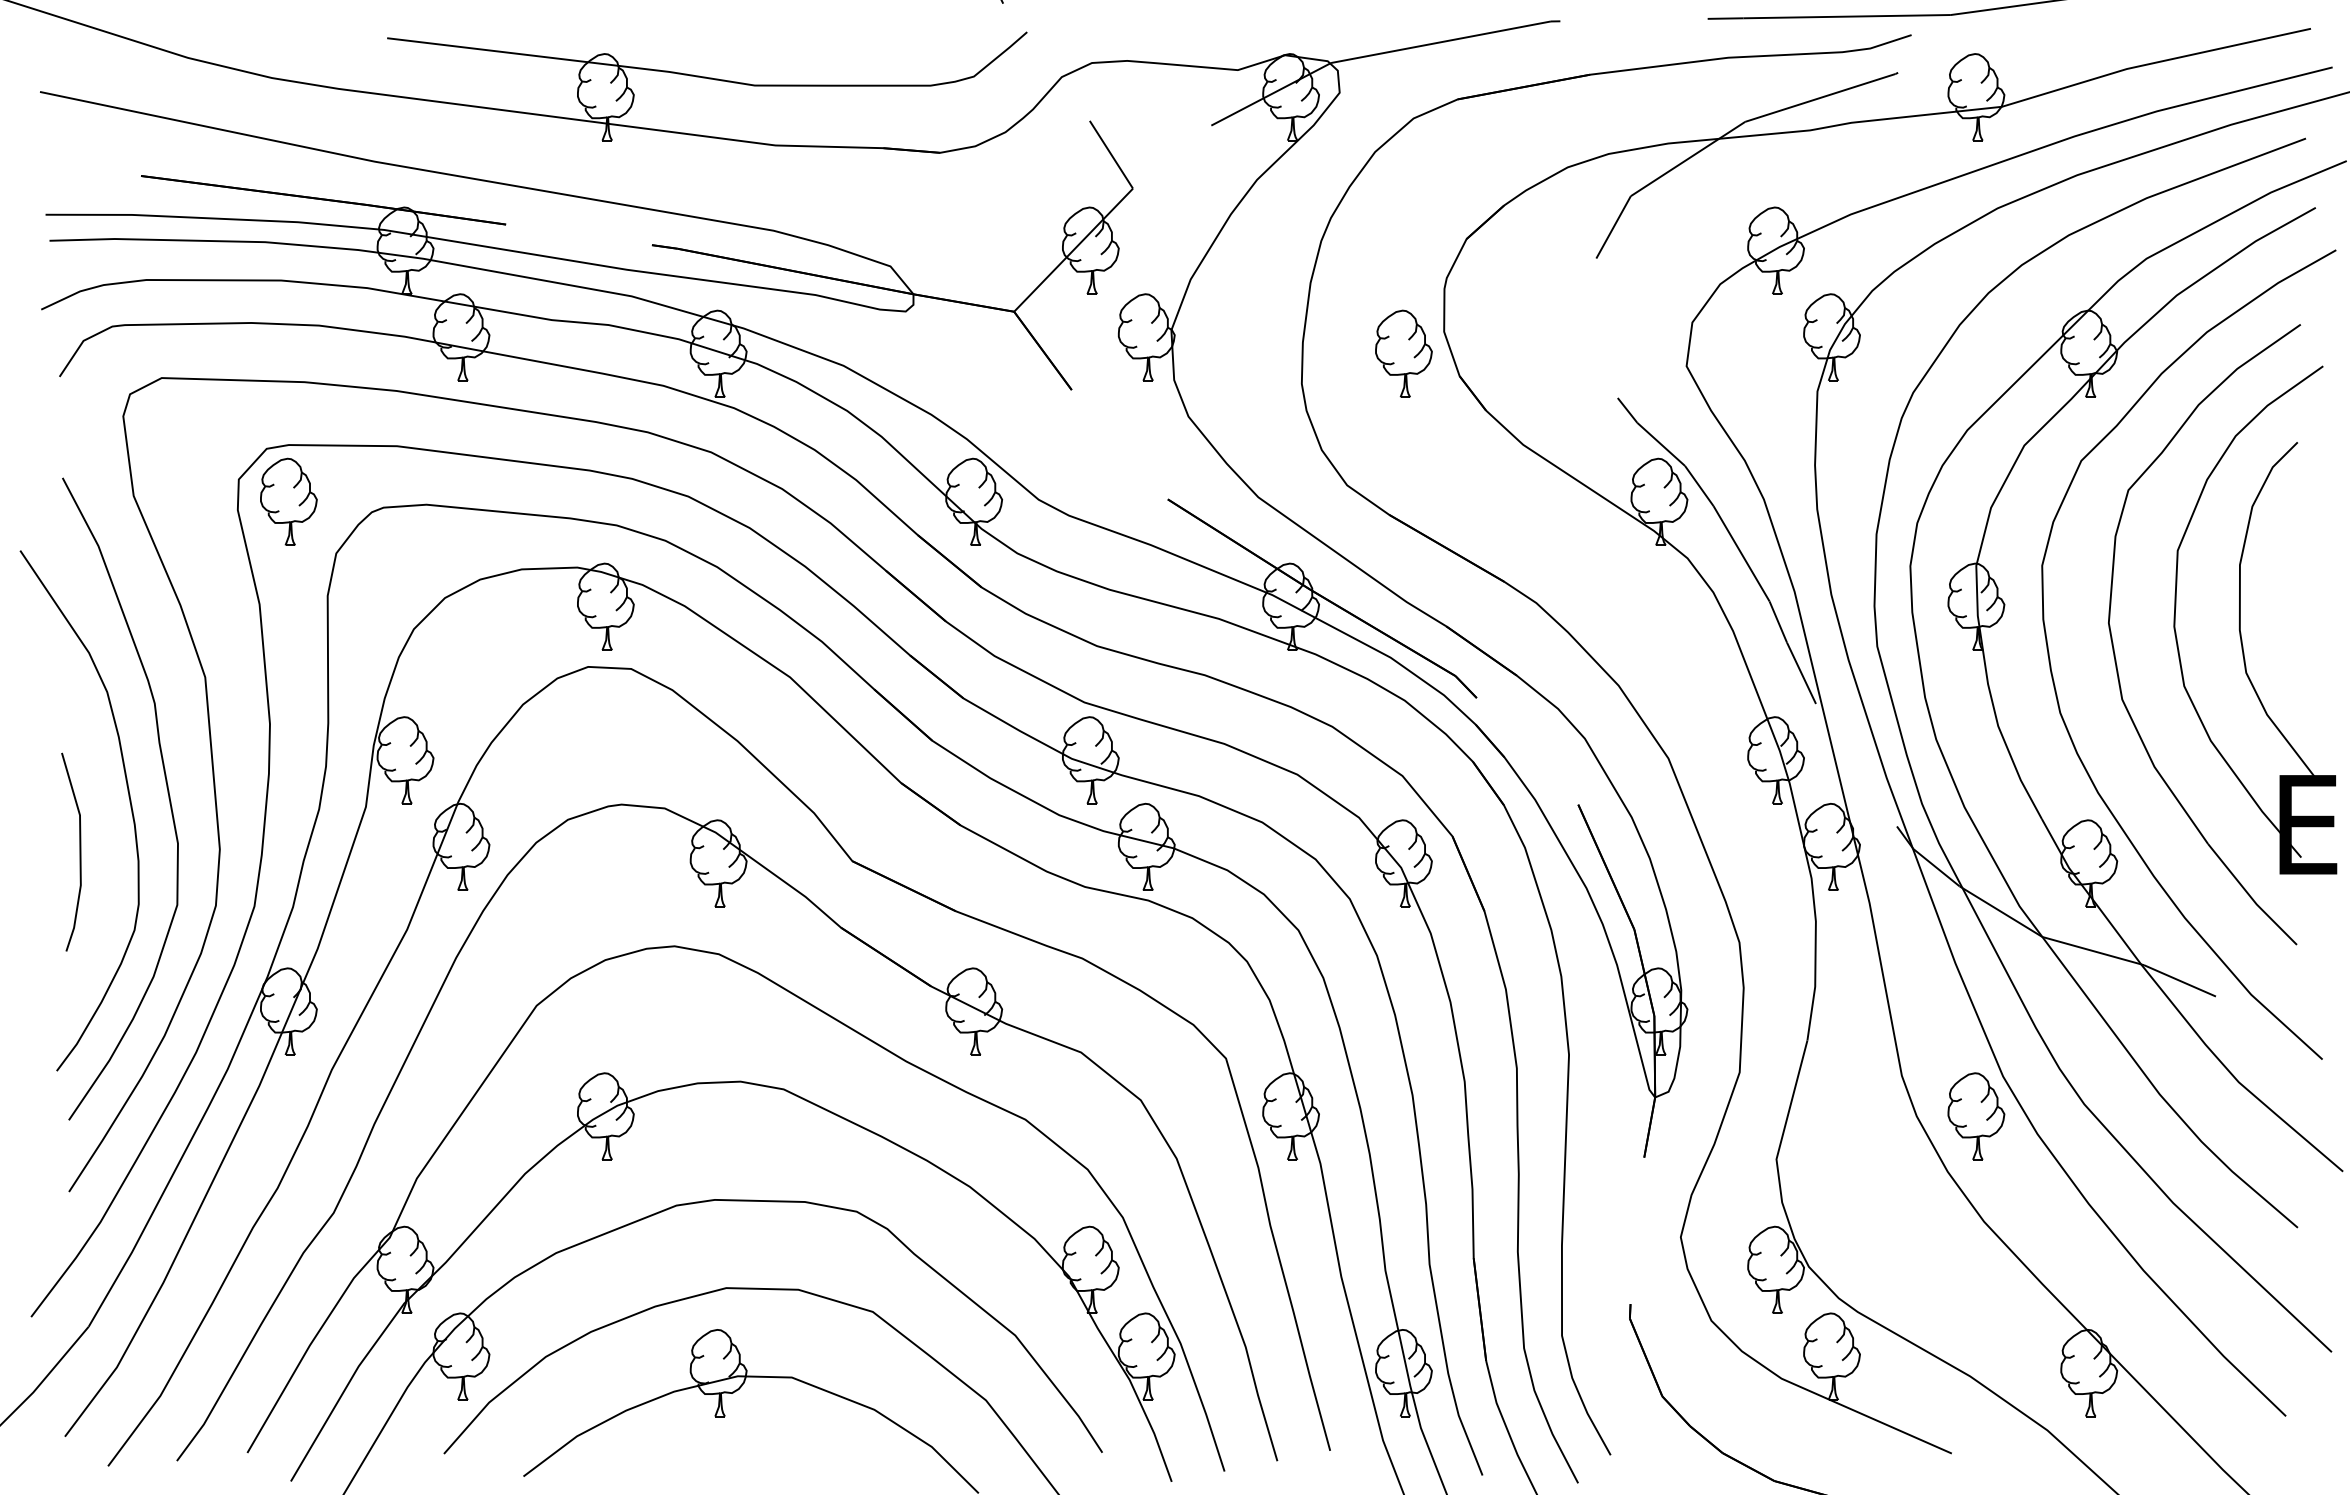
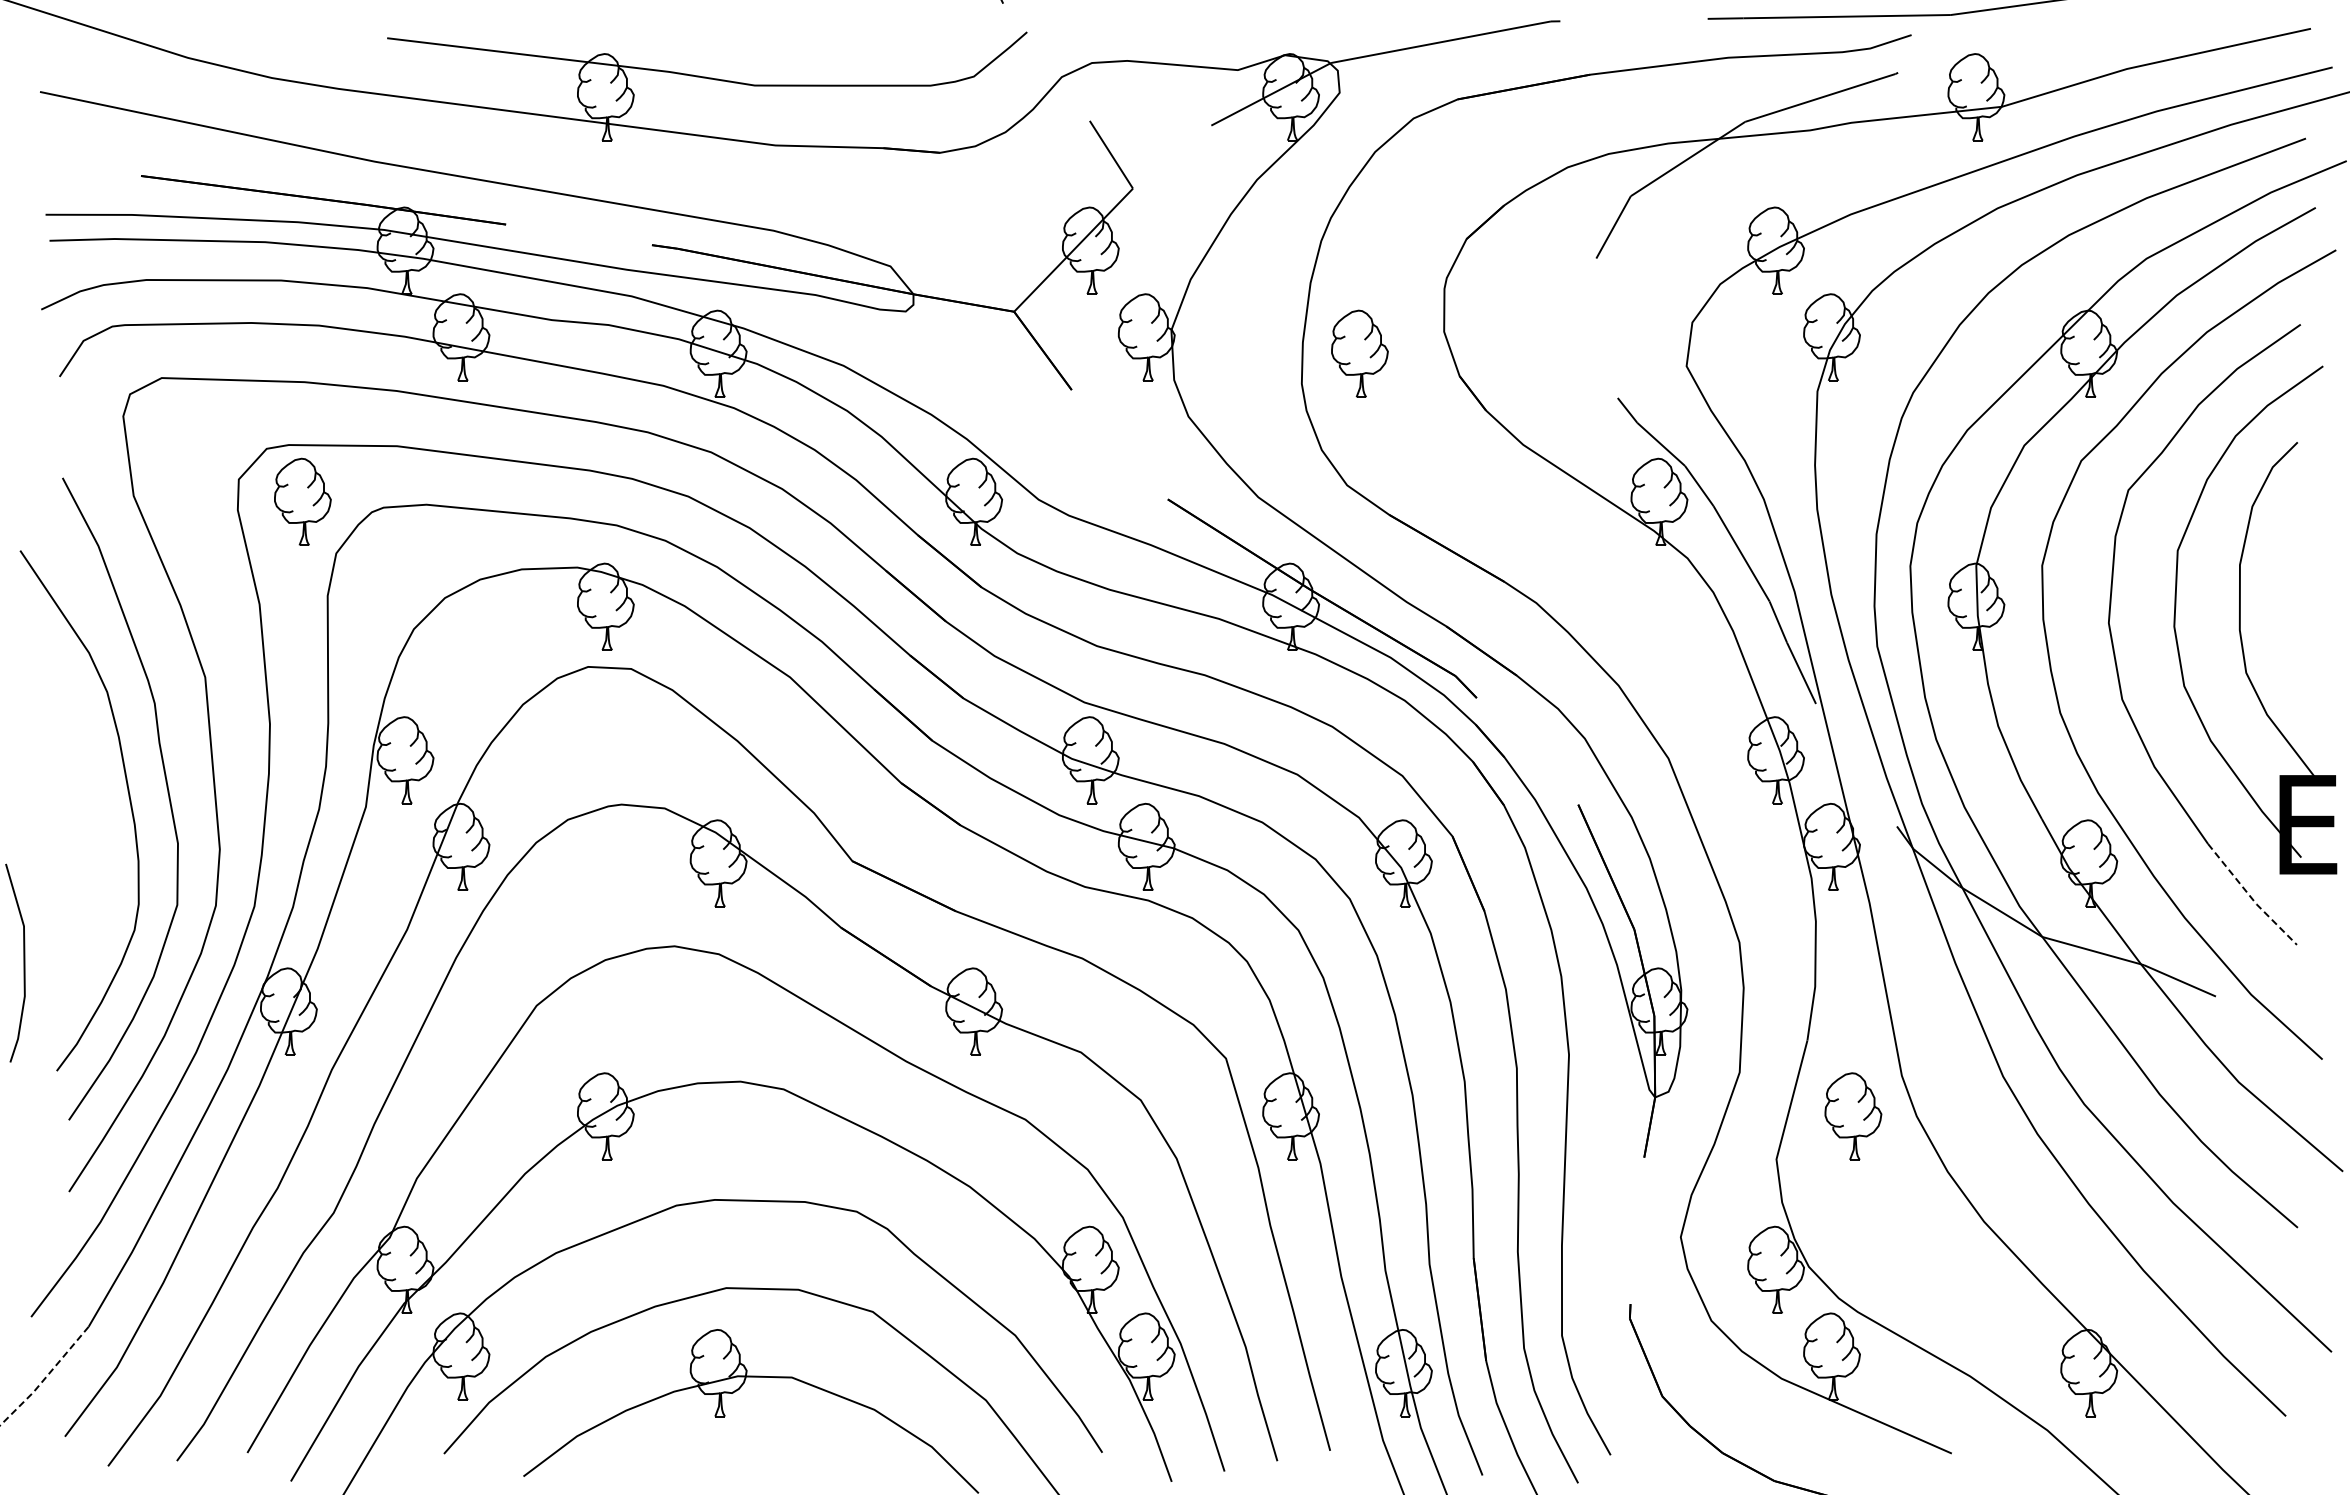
part at (1403, 353) position: (1403, 353) -> (1359, 353)
part at (288, 501) position: (288, 501) -> (302, 501)
line at (79, 851) position: (79, 851) -> (23, 962)
line at (2251, 897): solid -> dashed
part at (1976, 1116) position: (1976, 1116) -> (1853, 1116)
line at (45, 1377): solid -> dashed
